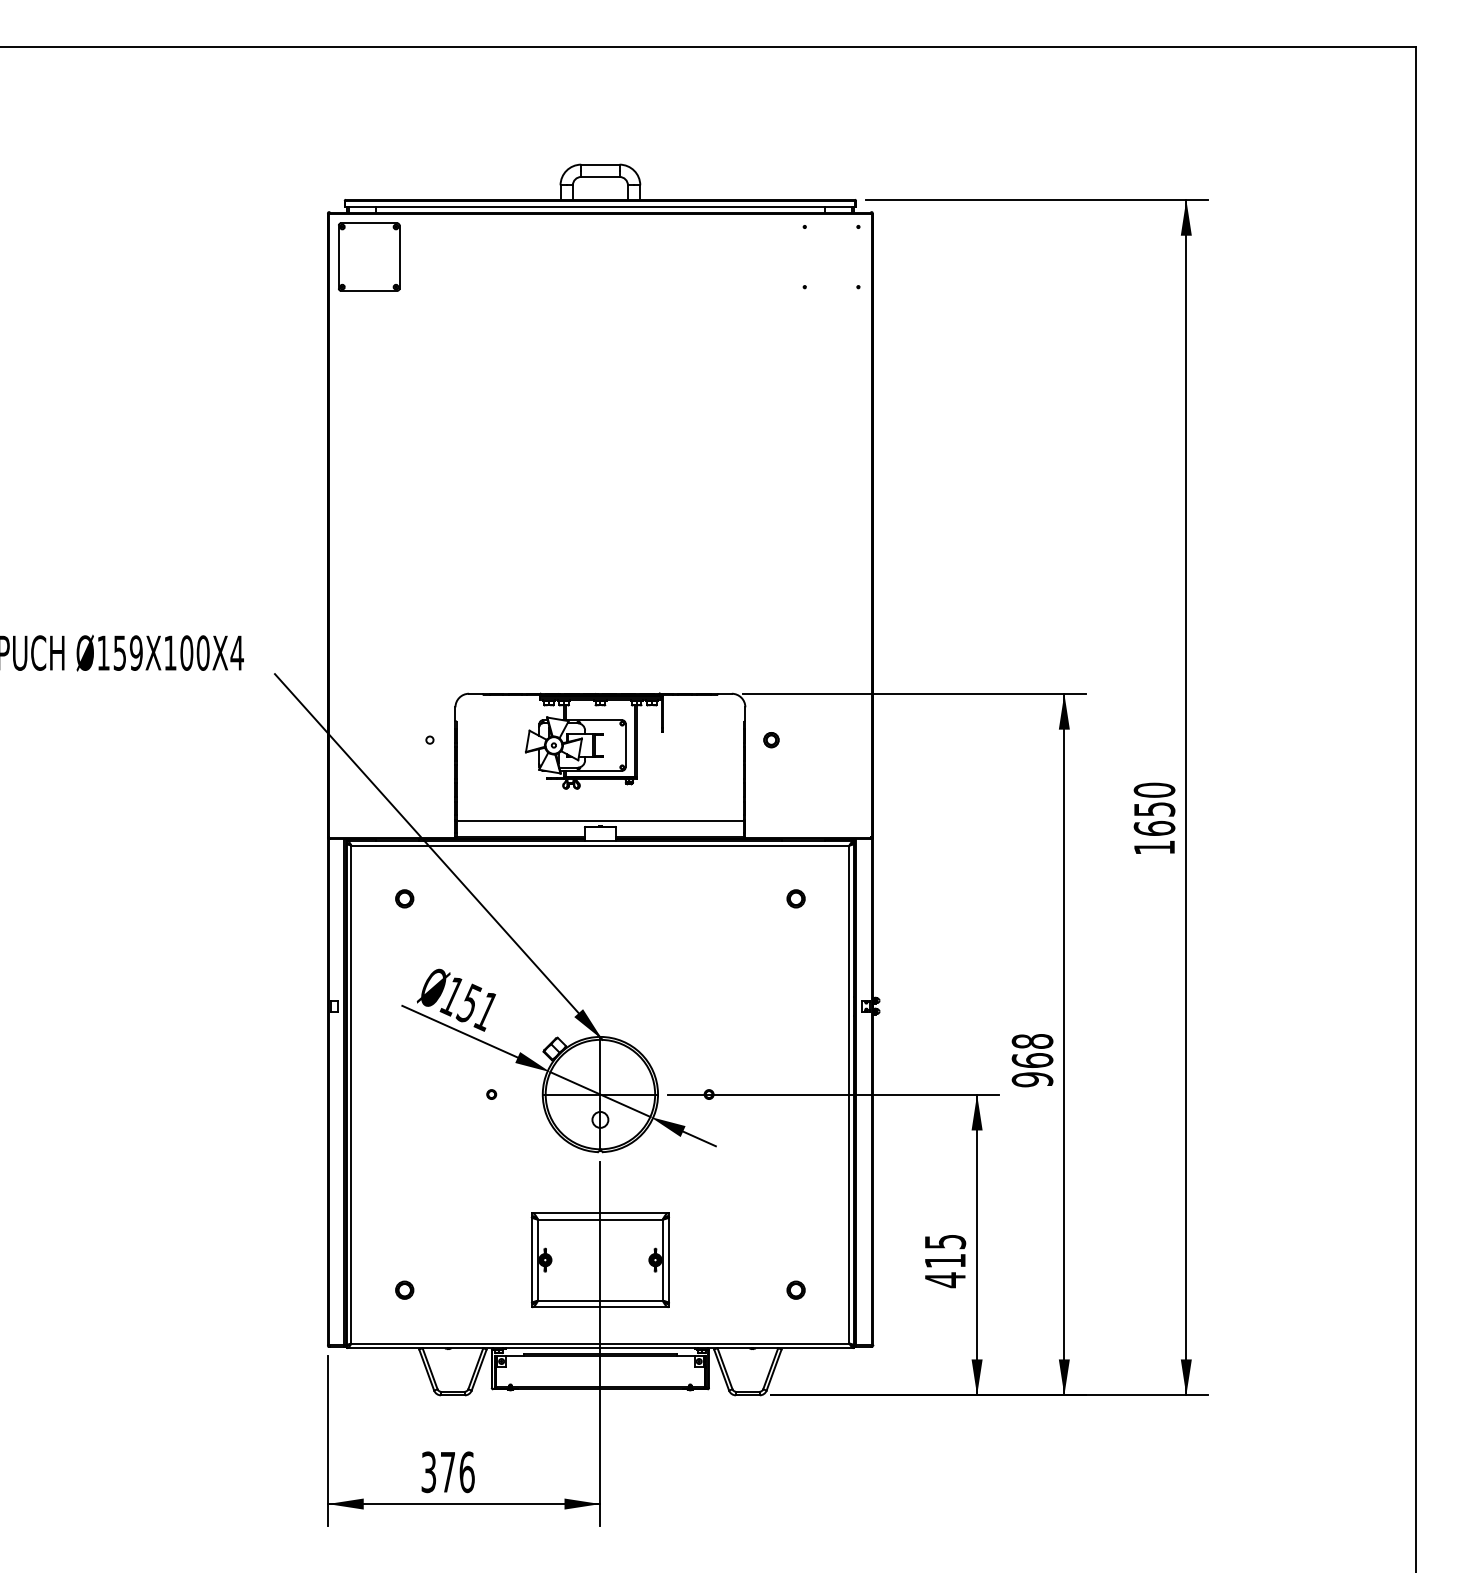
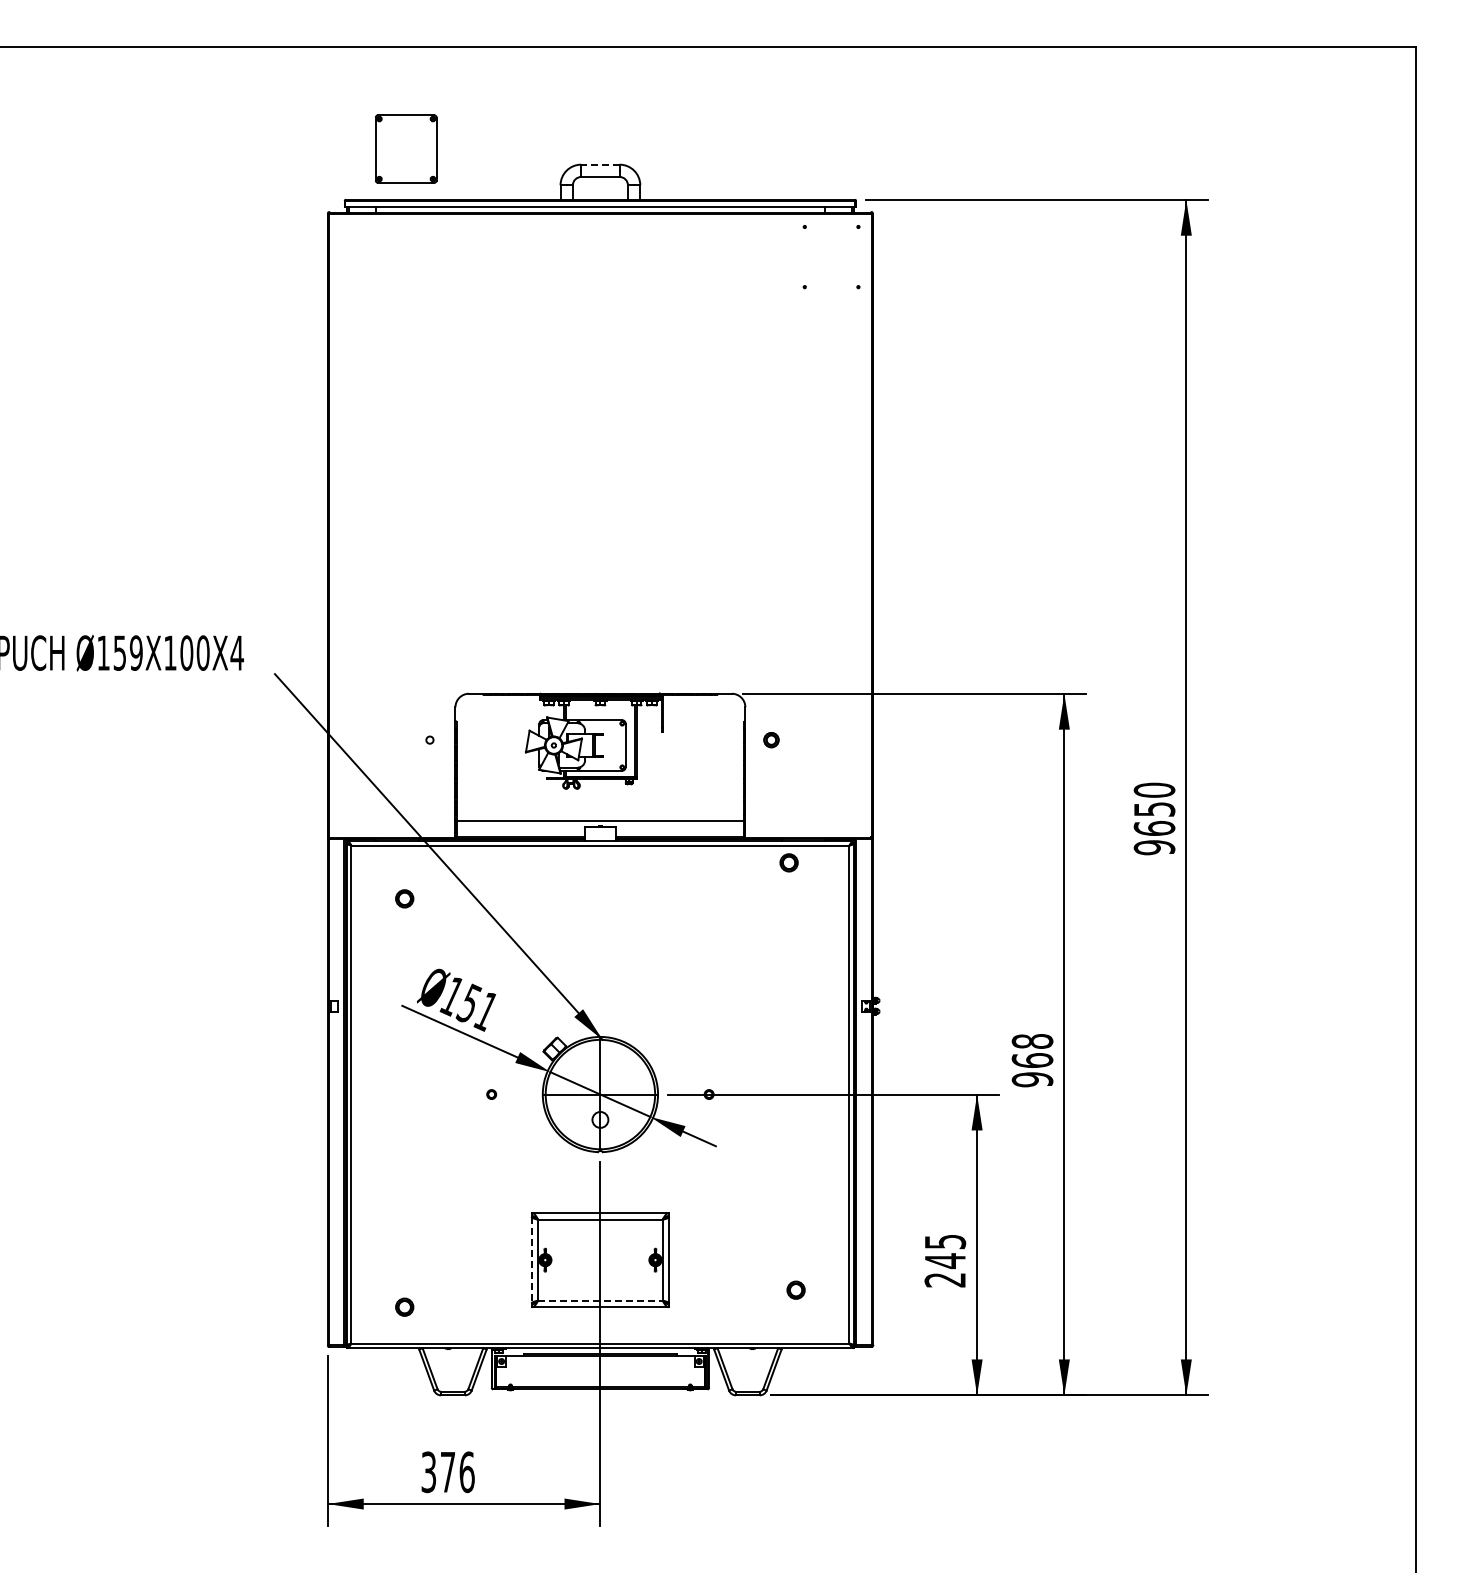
line at (599, 164): solid -> dashed
part at (369, 256) position: (369, 256) -> (406, 148)
text at (1154, 847): 1650 -> 9650
part at (795, 898) position: (795, 898) -> (788, 862)
line at (531, 1260): solid -> dashed
text at (944, 1270): 415 -> 245
part at (404, 1289) position: (404, 1289) -> (404, 1306)
line at (600, 1300): solid -> dashed
